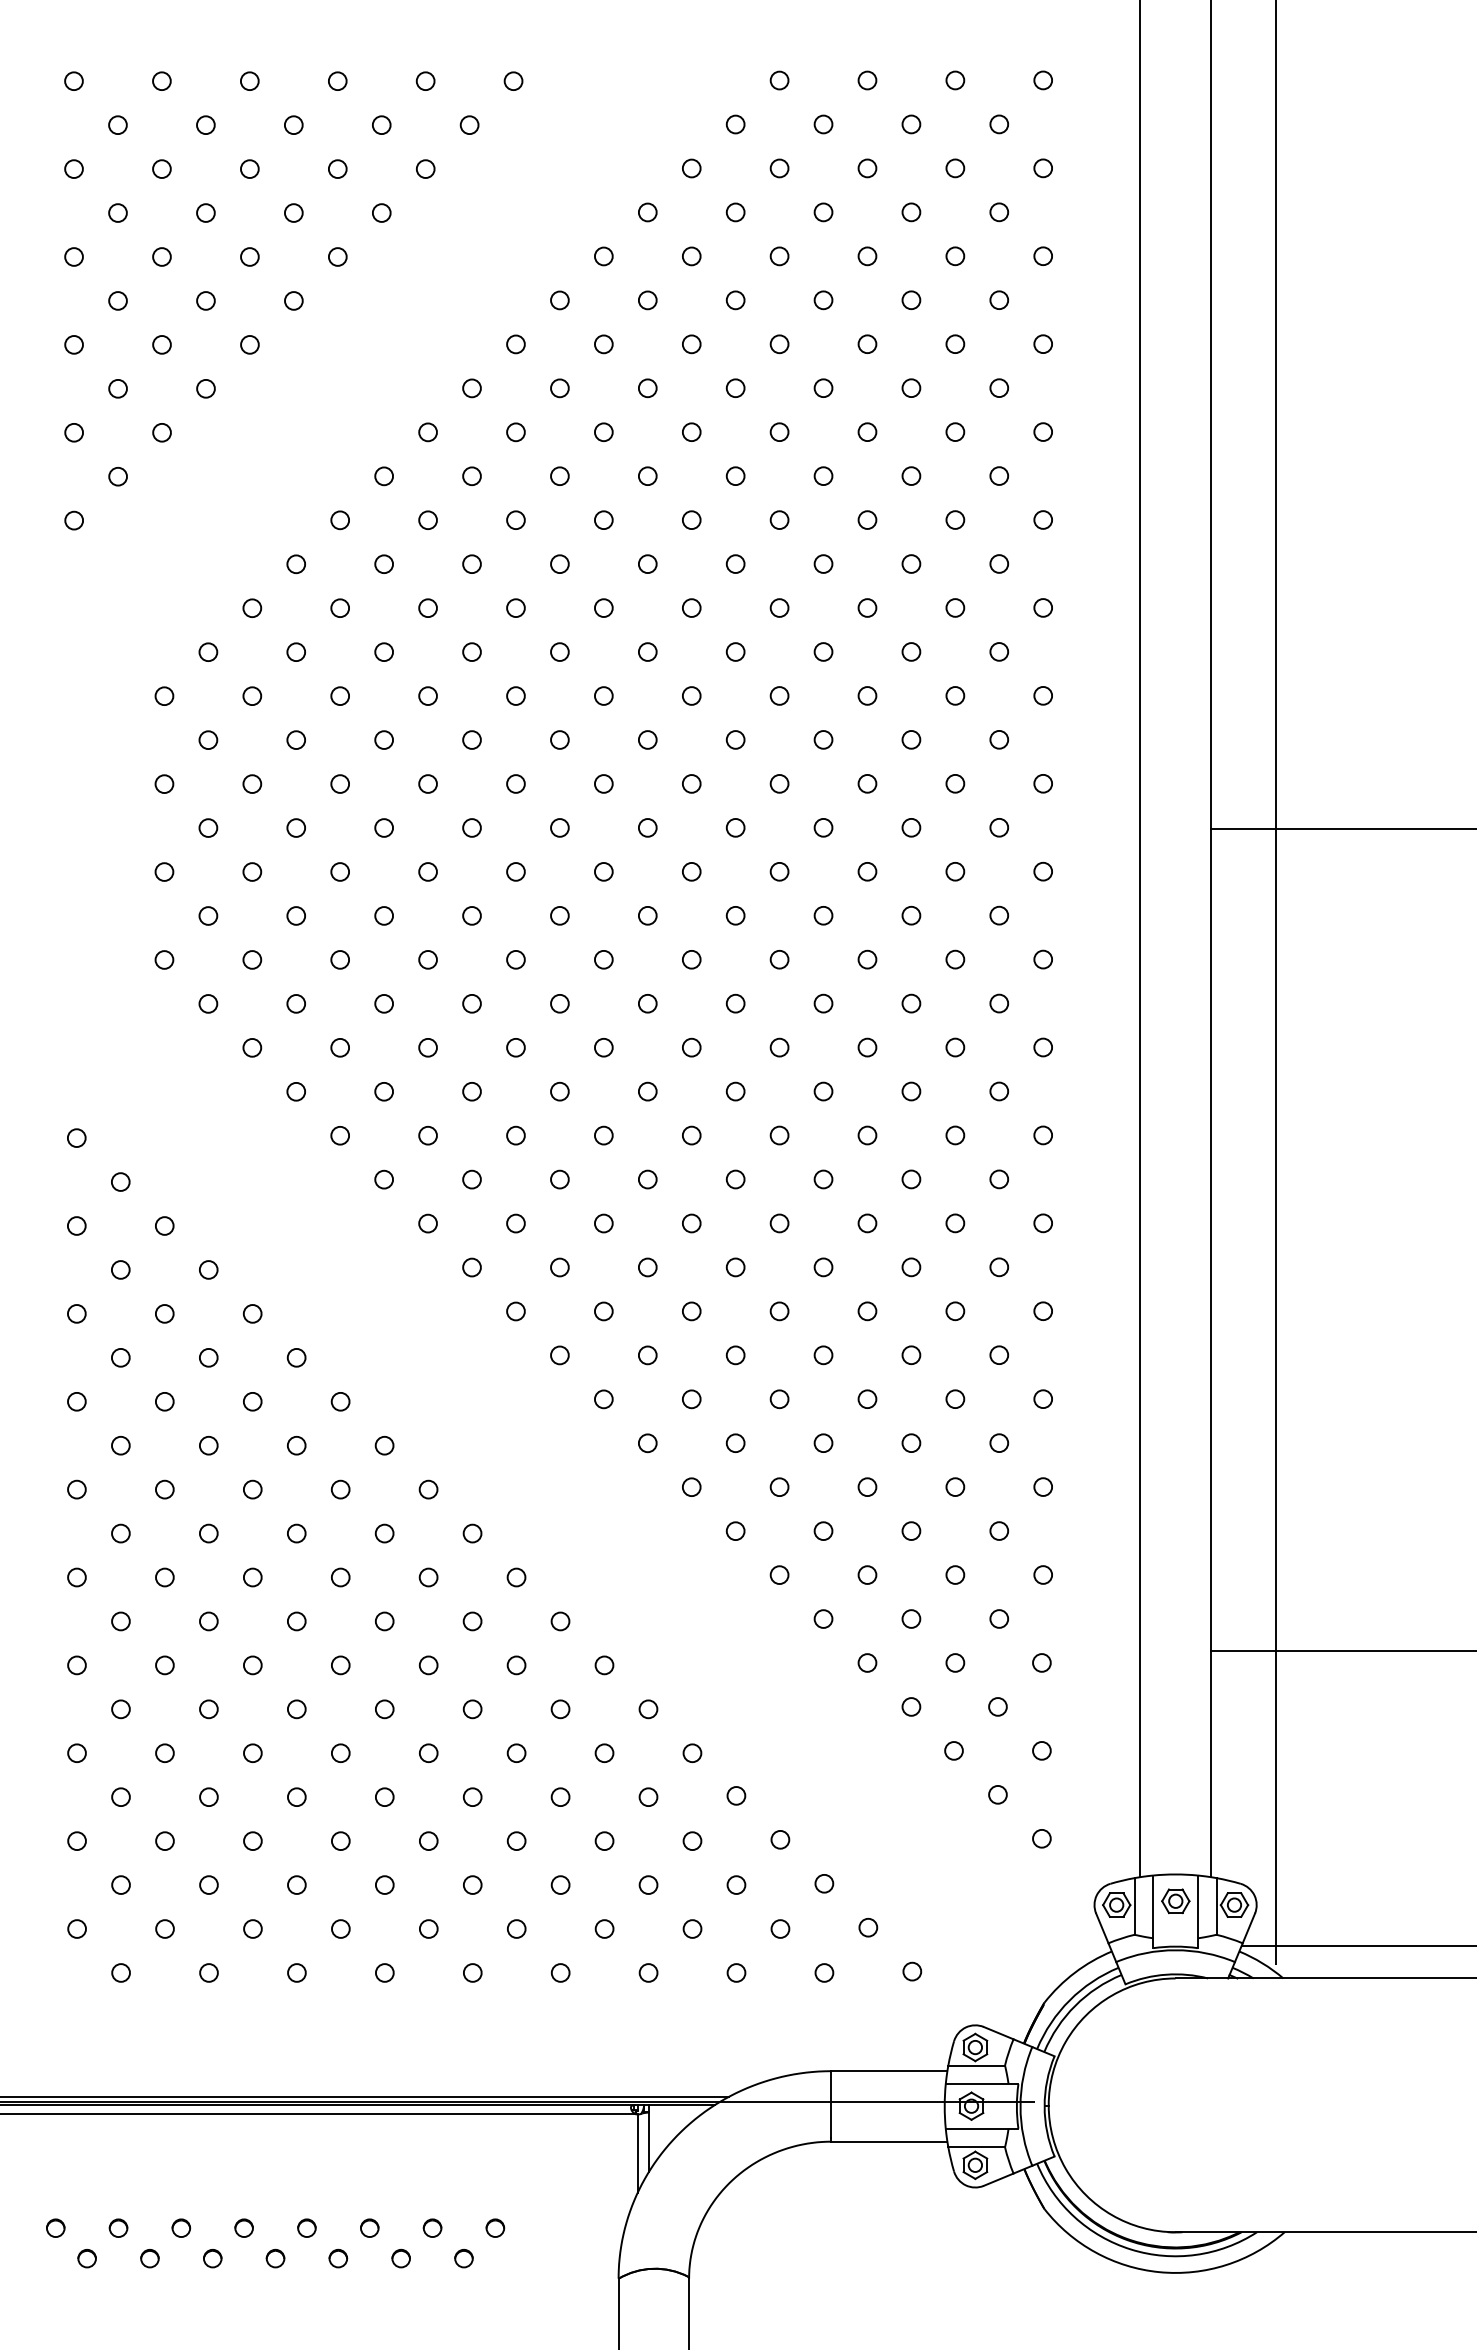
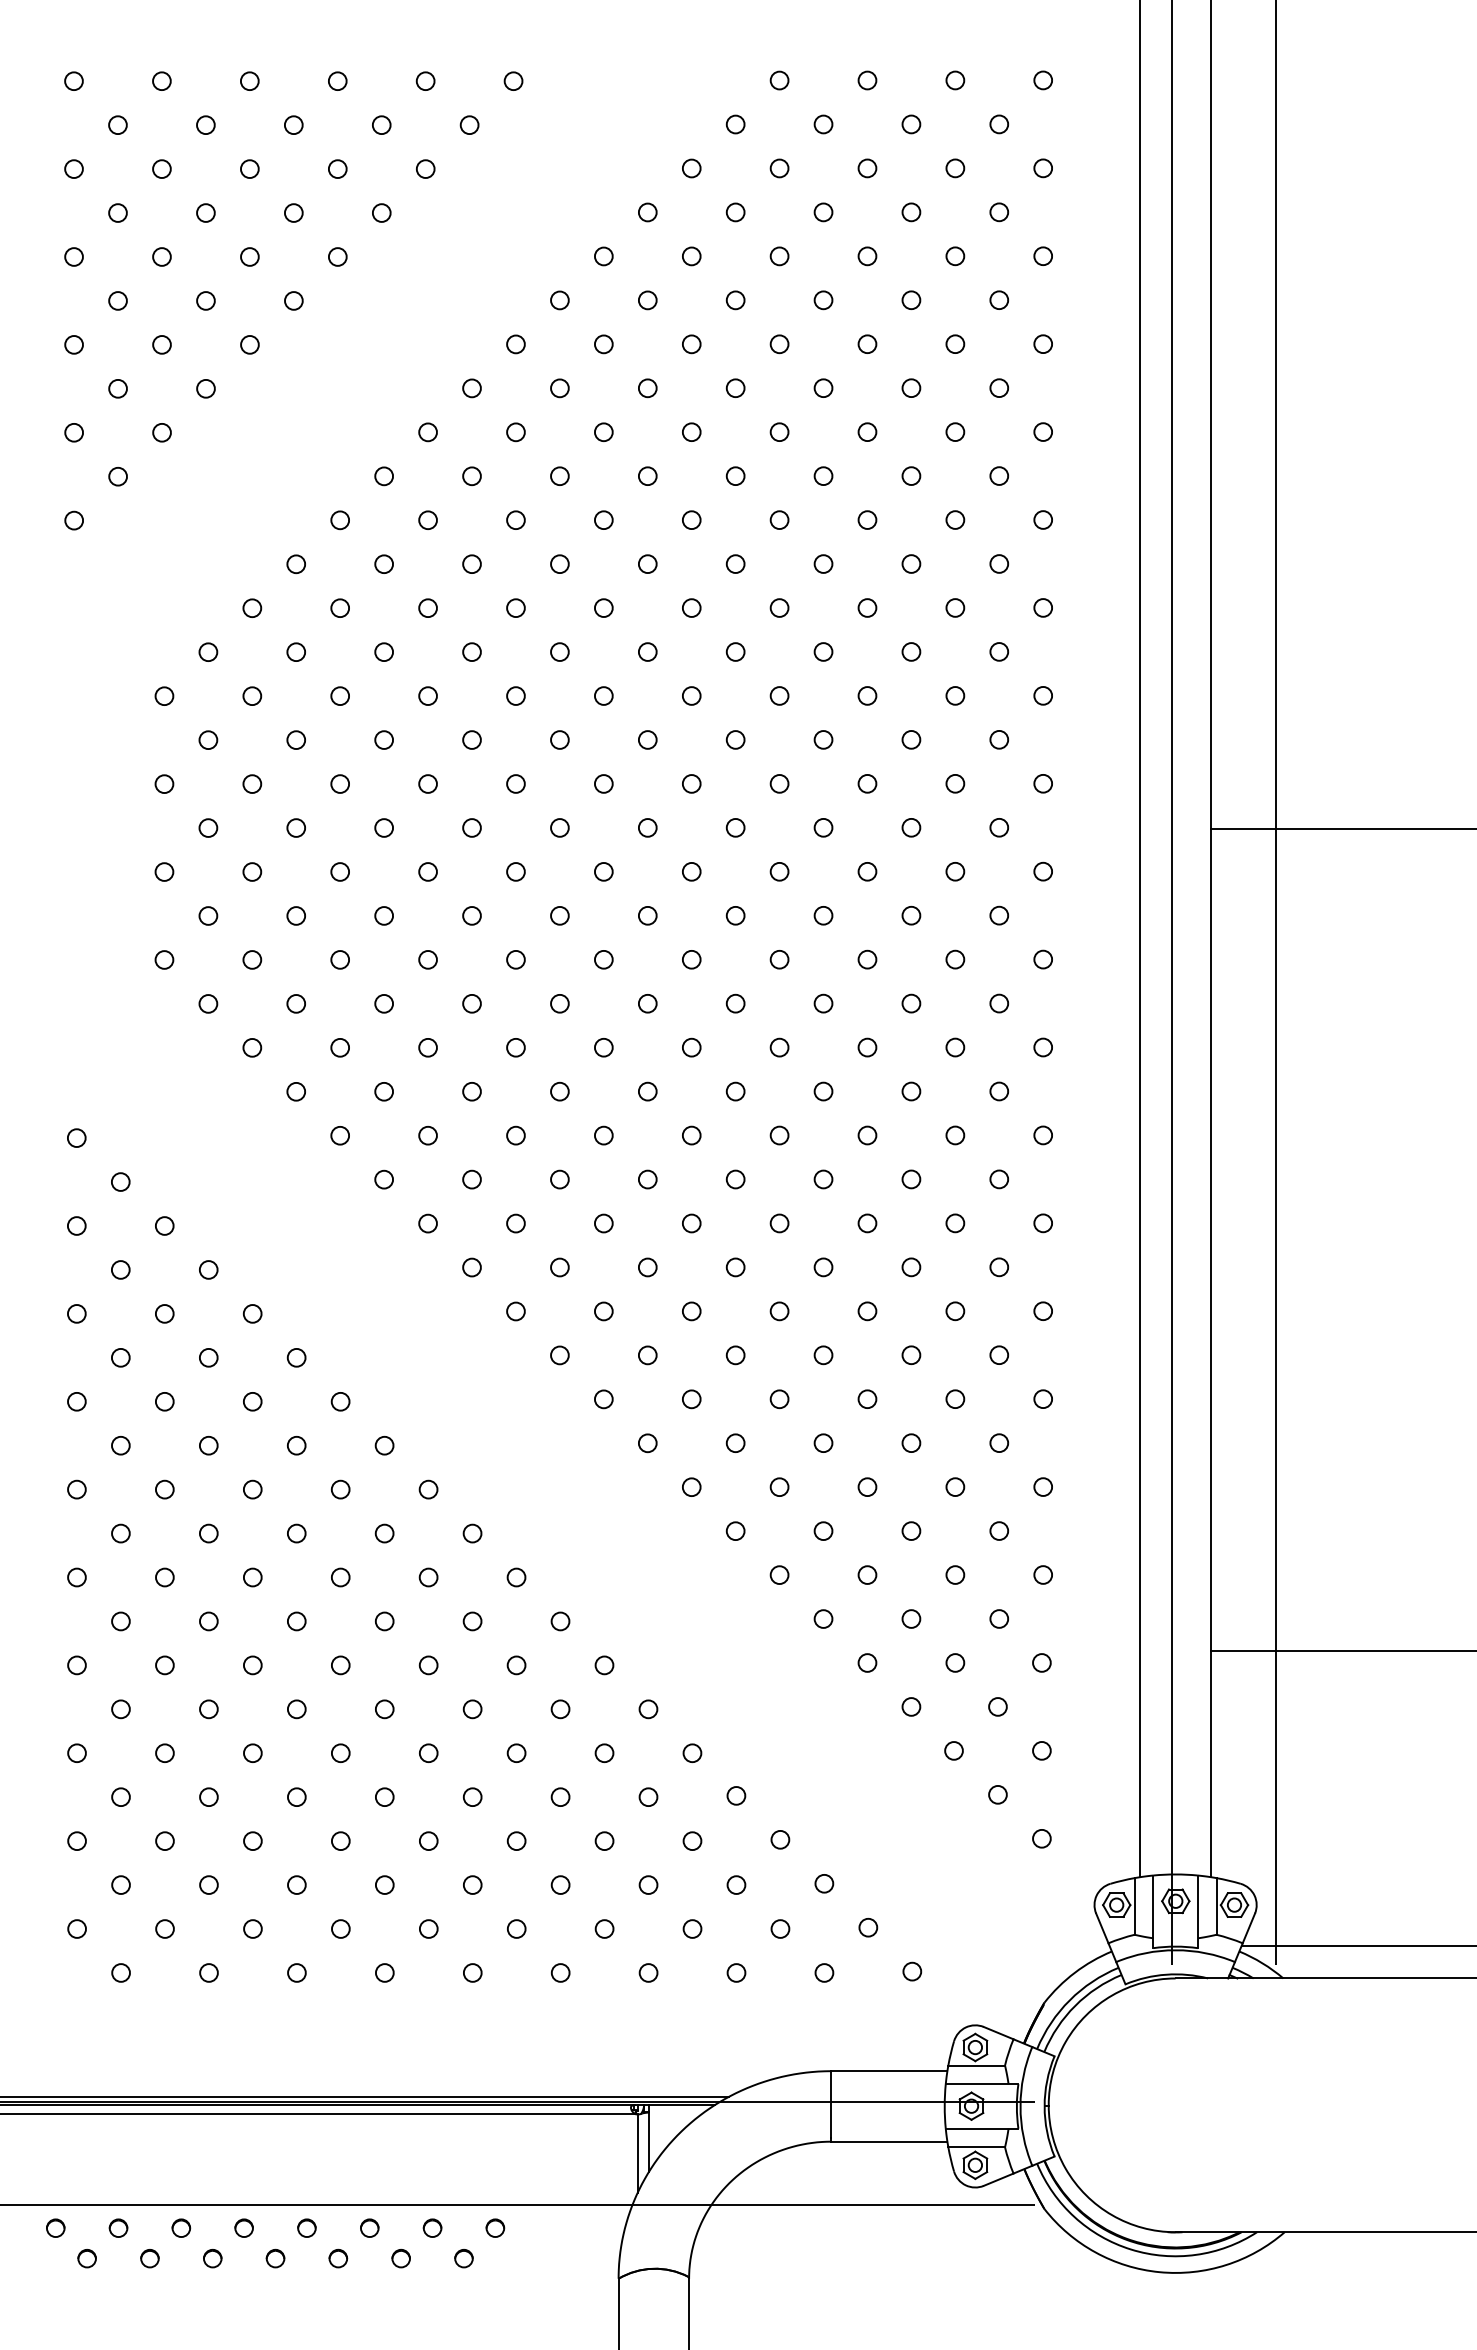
line at (1171, 983): none -> present
line at (518, 2205): none -> present
